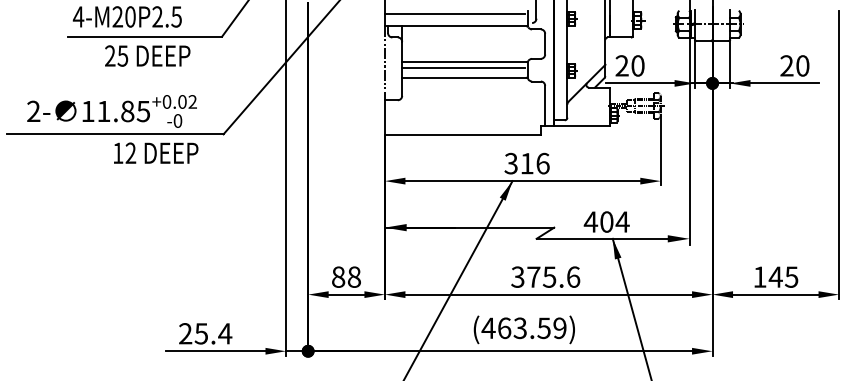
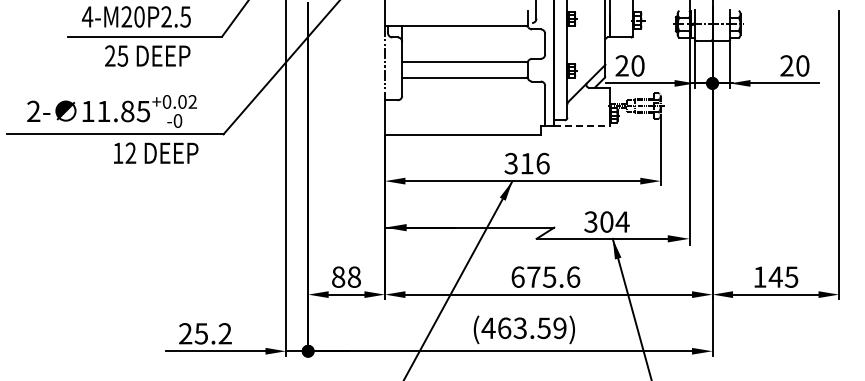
line at (454, 14): present -> none
text at (126, 16) position: (126, 16) -> (135, 16)
line at (463, 67): present -> none
line at (581, 126): solid -> dashed
text at (590, 221): 404 -> 304
text at (517, 276): 375.6 -> 675.6
text at (225, 333): 25.4 -> 25.2
